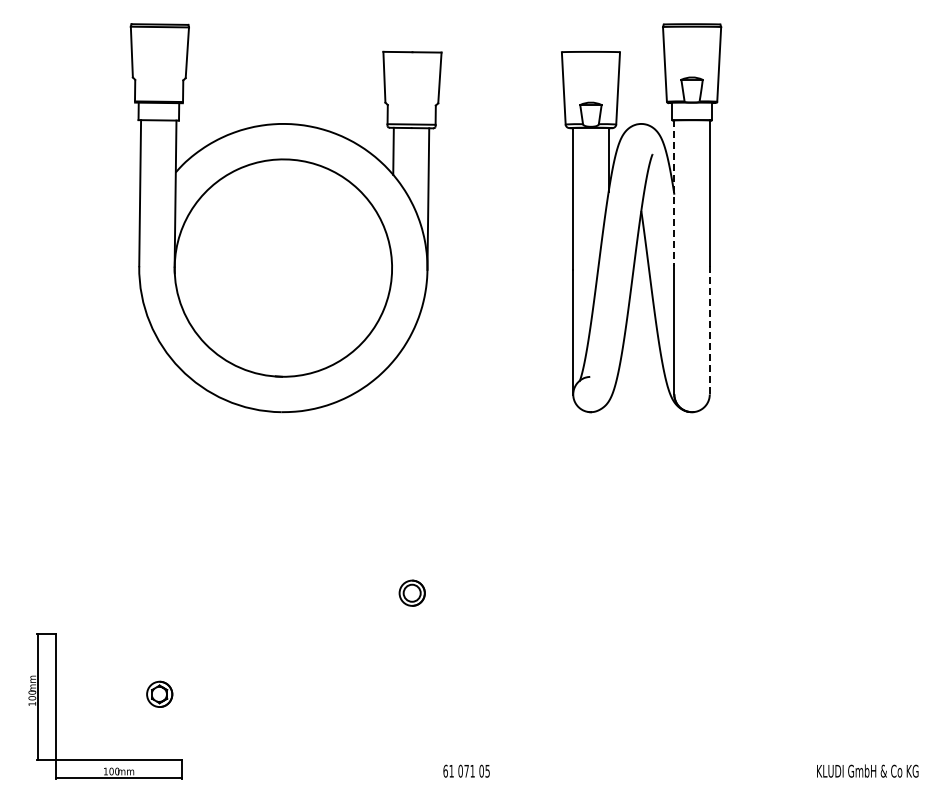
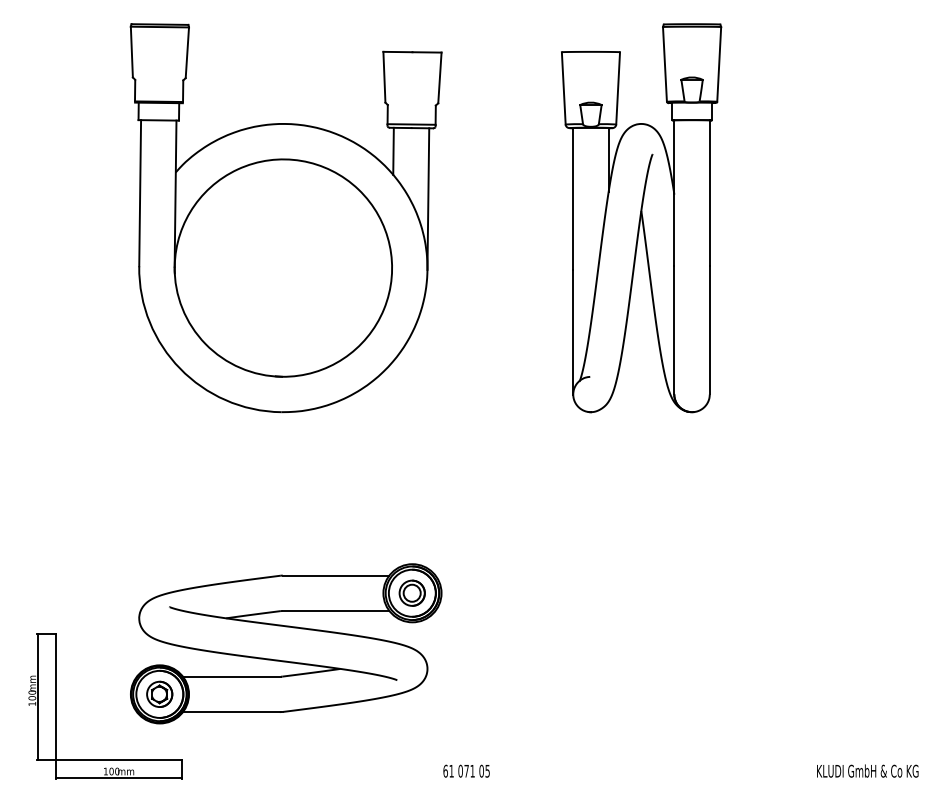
line at (674, 193): dashed -> solid
line at (709, 330): dashed -> solid
part at (286, 643): none -> present
